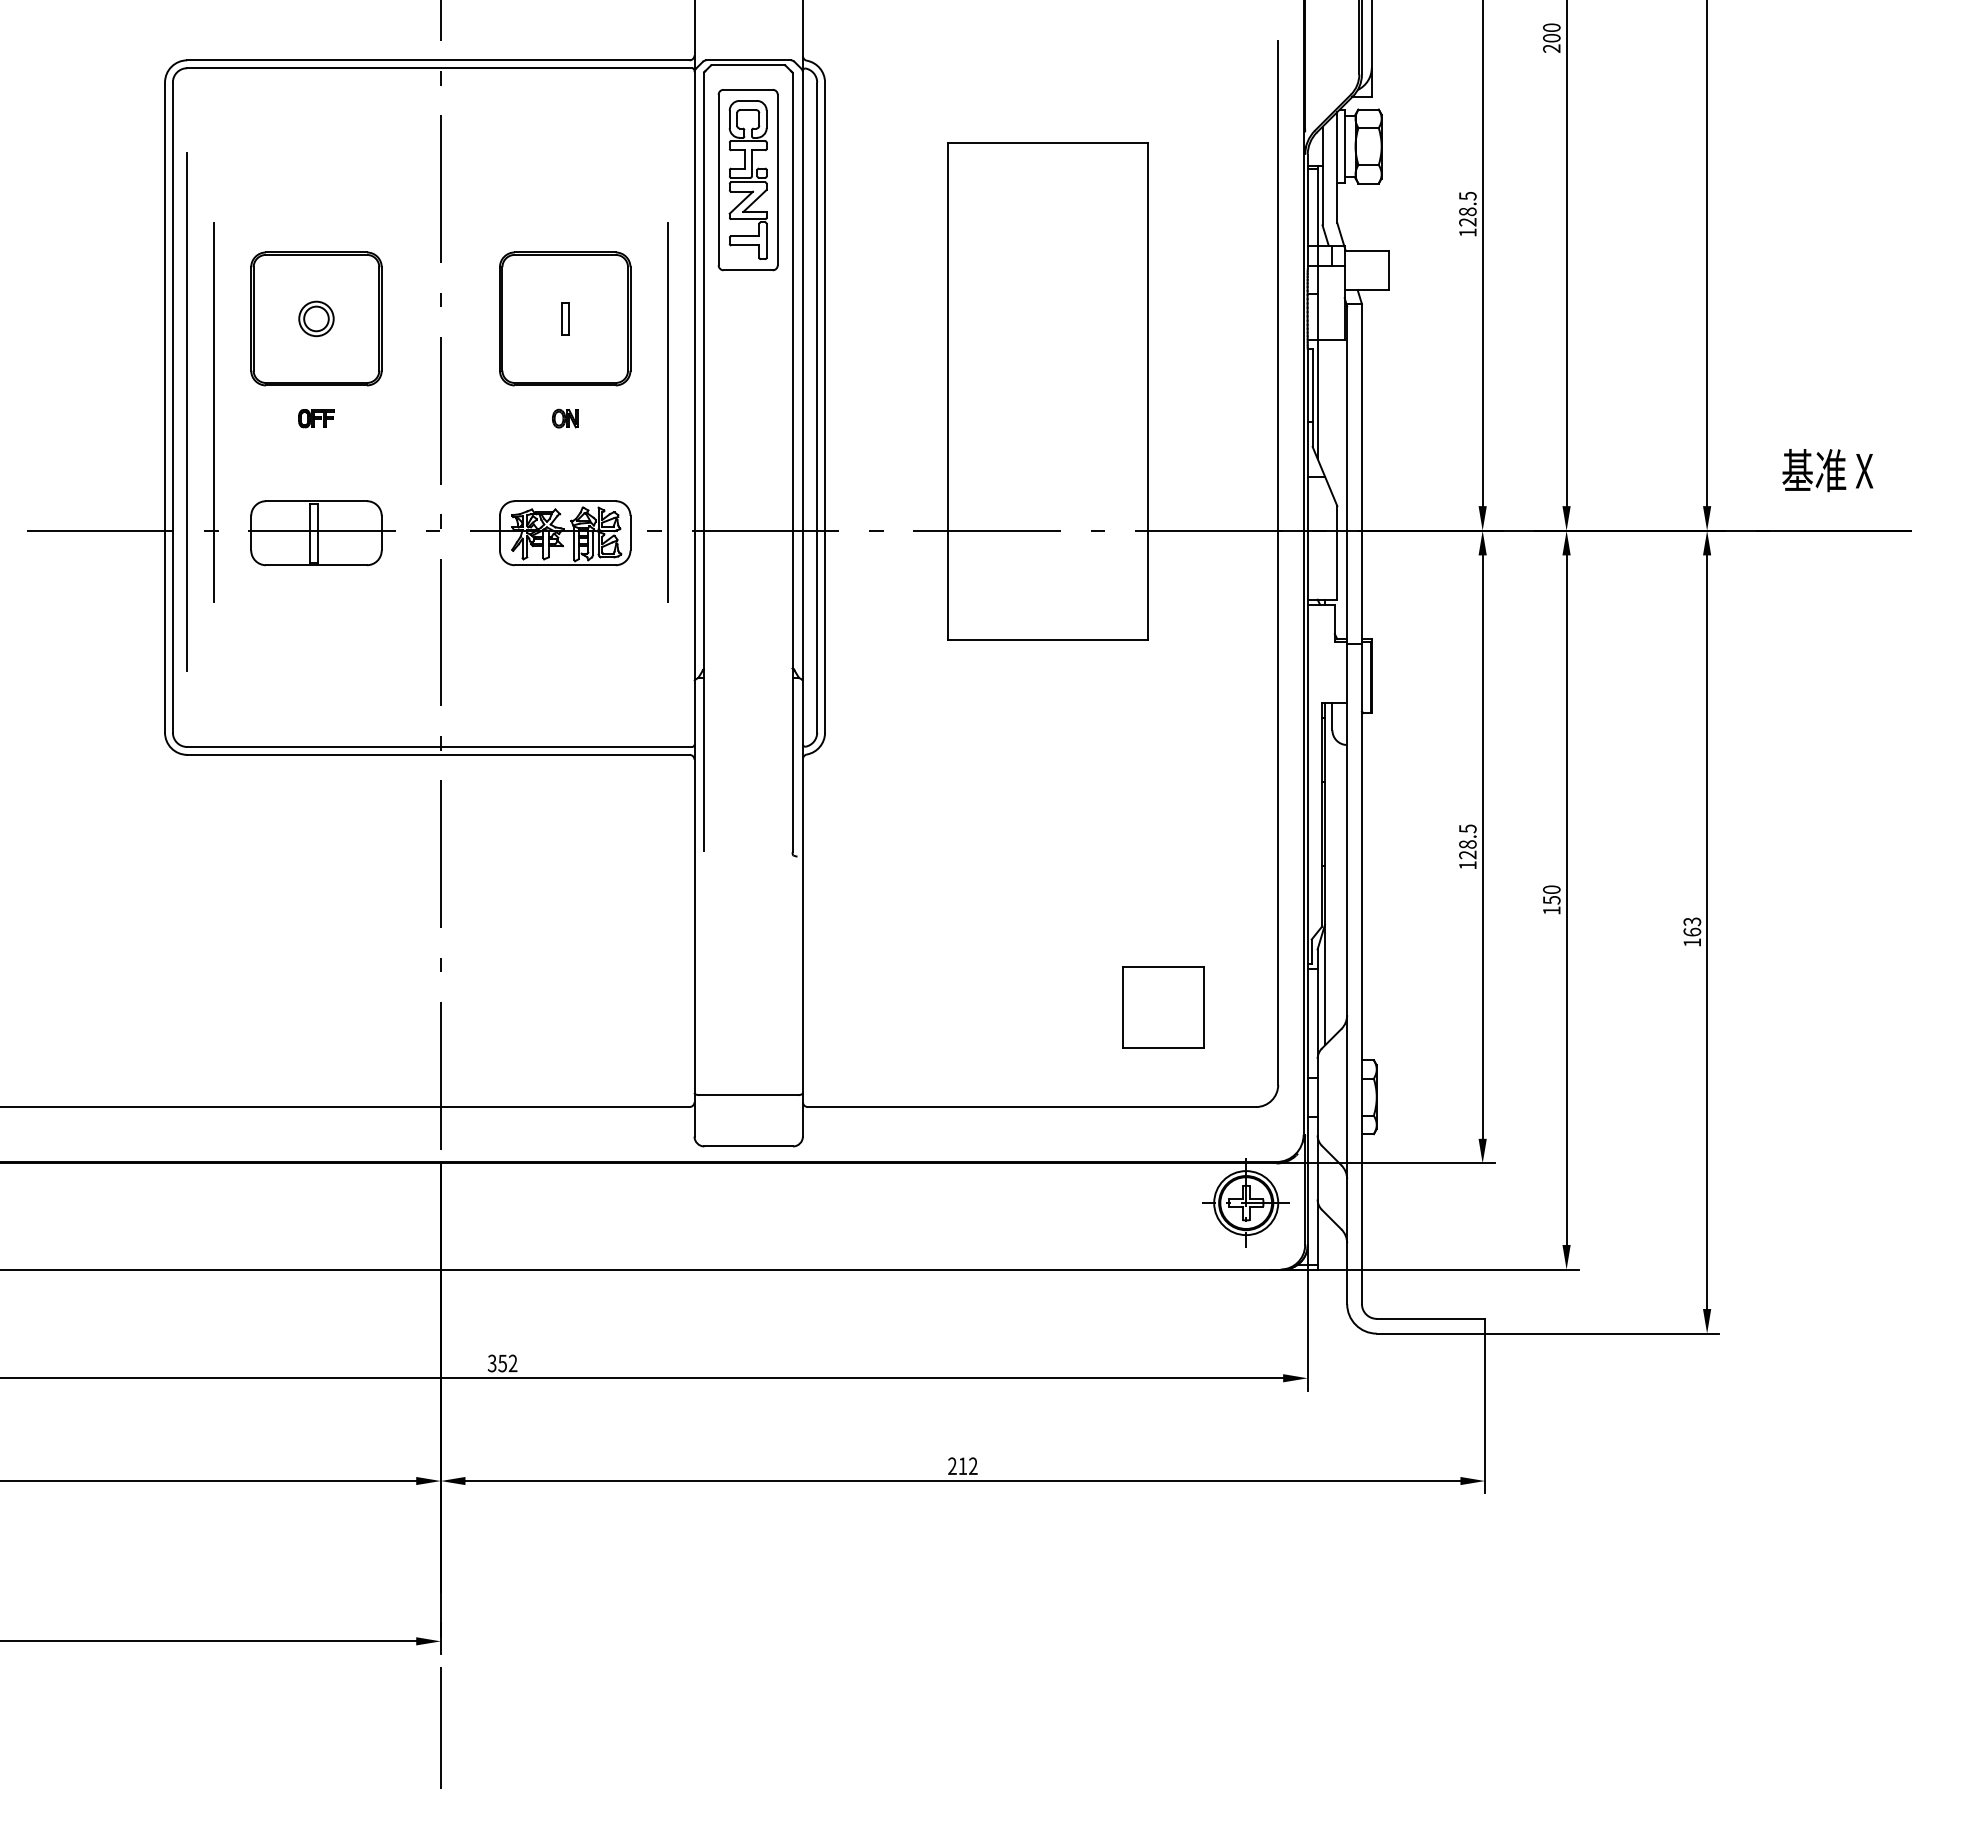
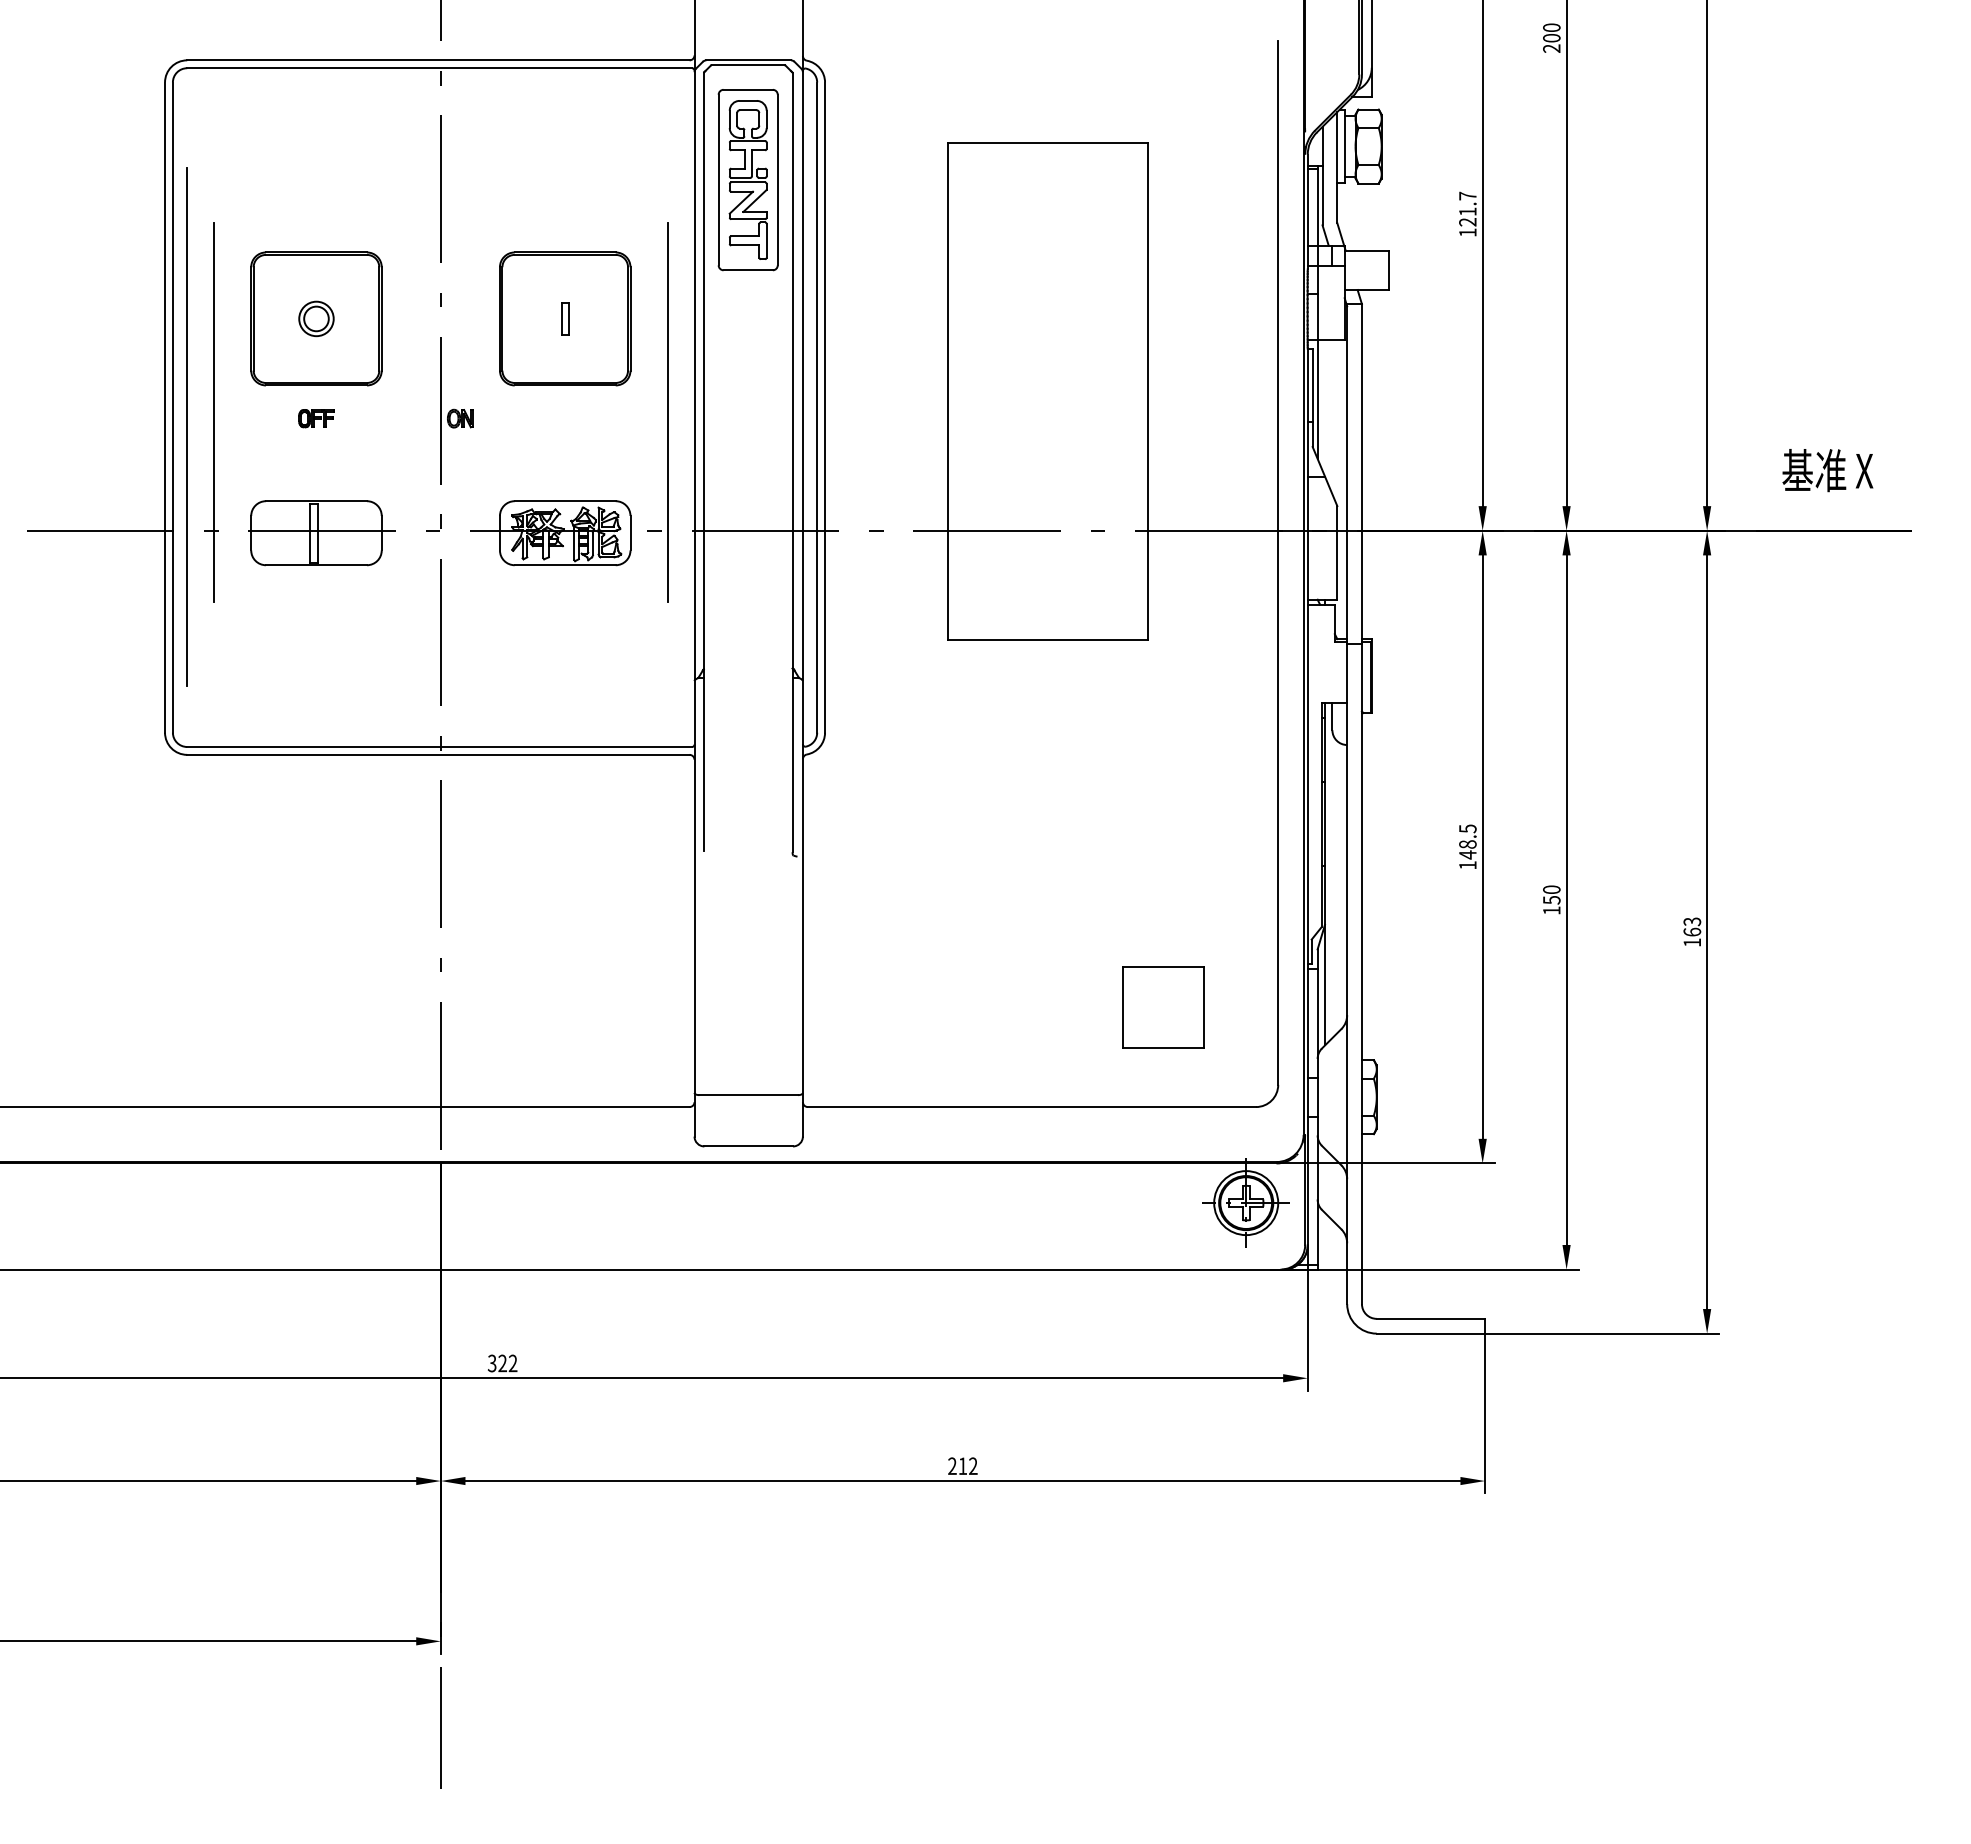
text at (1467, 203): 128.5 -> 121.7
line at (186, 411) position: (186, 411) -> (186, 426)
part at (565, 418) position: (565, 418) -> (460, 418)
text at (1467, 854): 128.5 -> 148.5
text at (502, 1363): 352 -> 322
